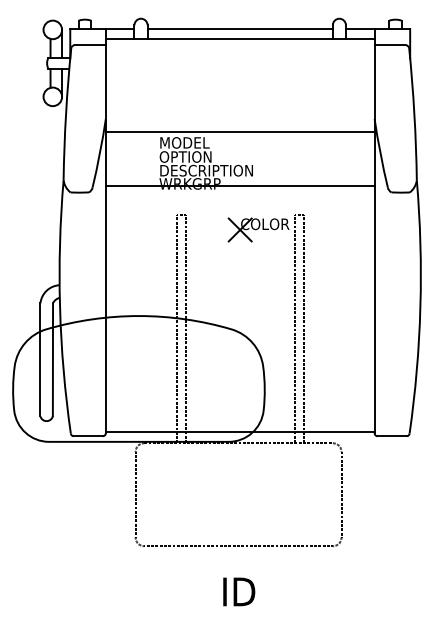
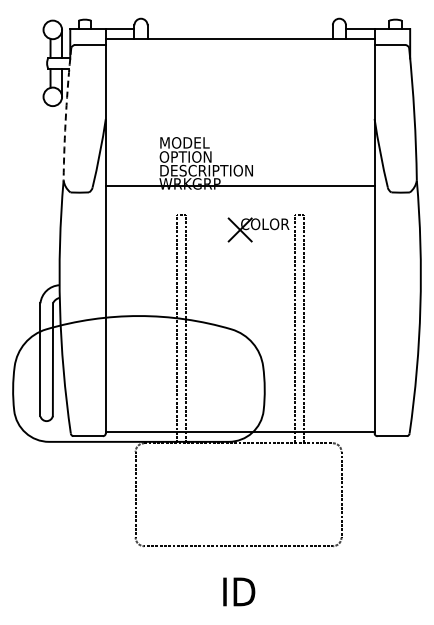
line at (239, 29): present -> none
arc at (66, 114): solid -> dashed
line at (239, 131): present -> none
